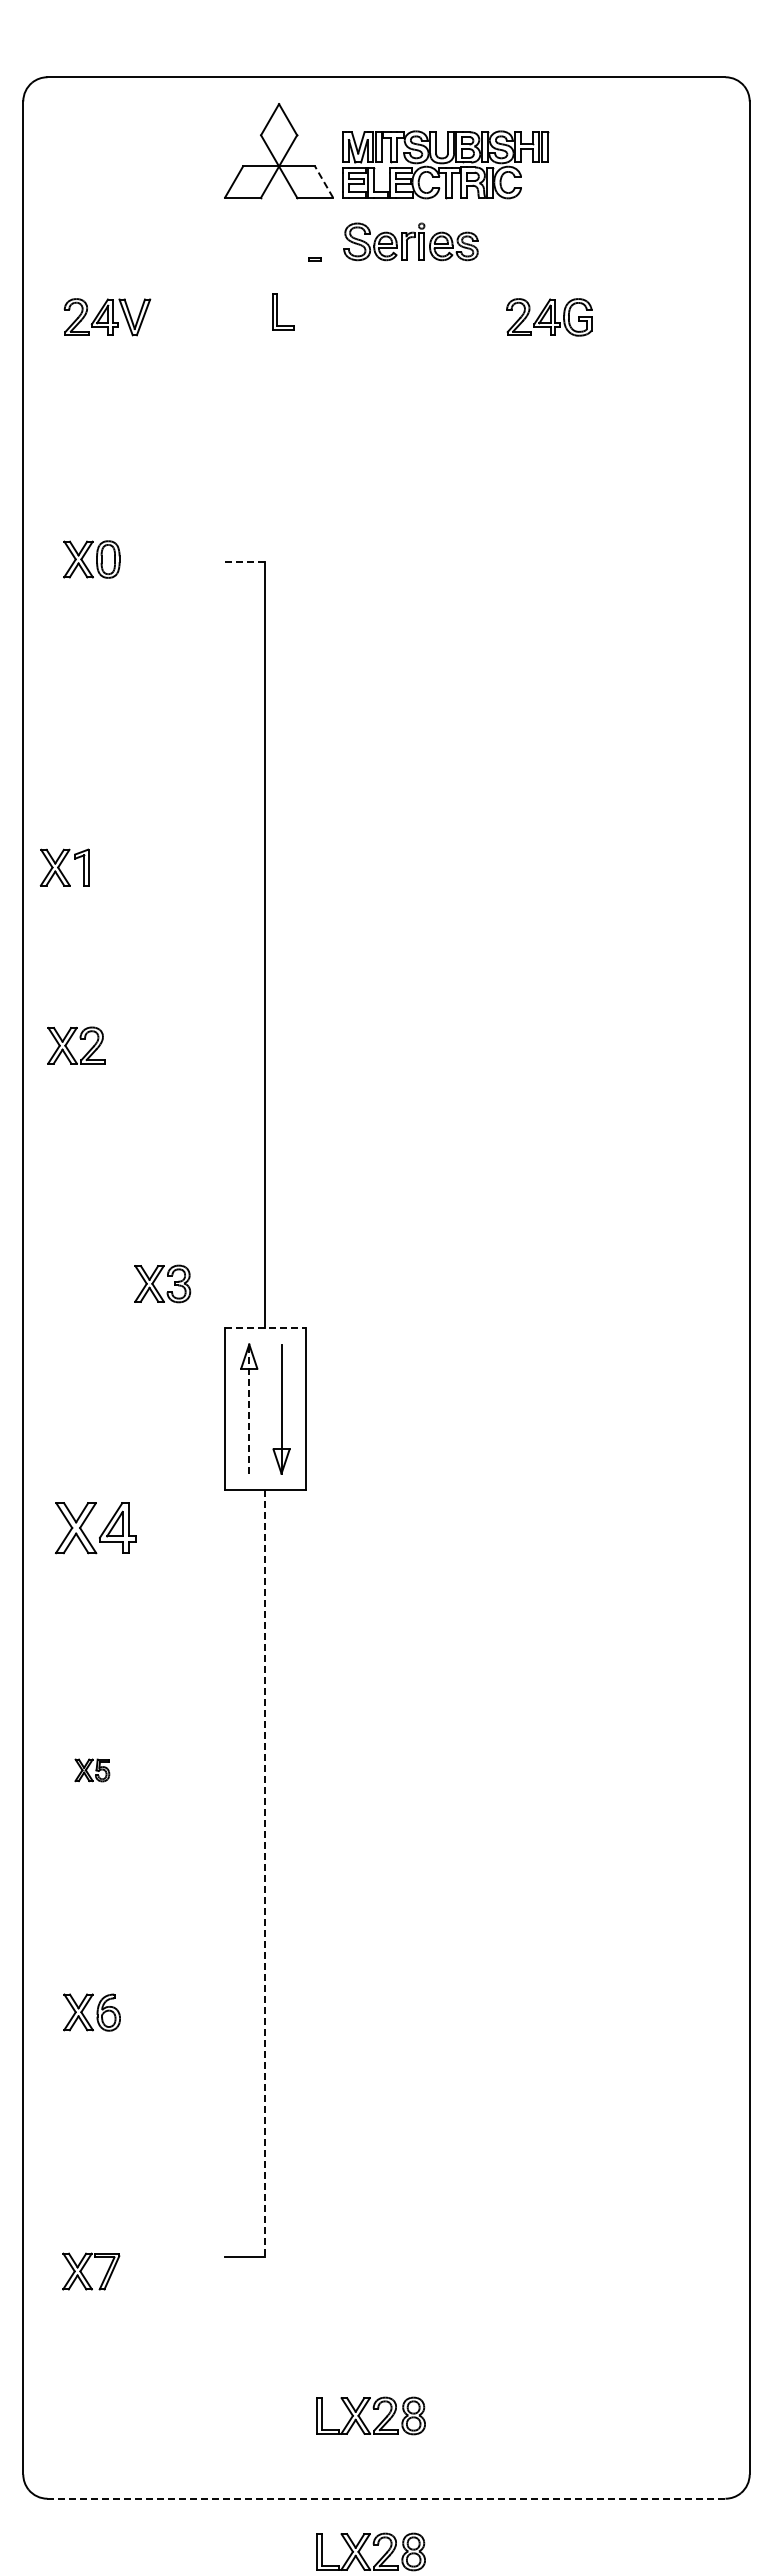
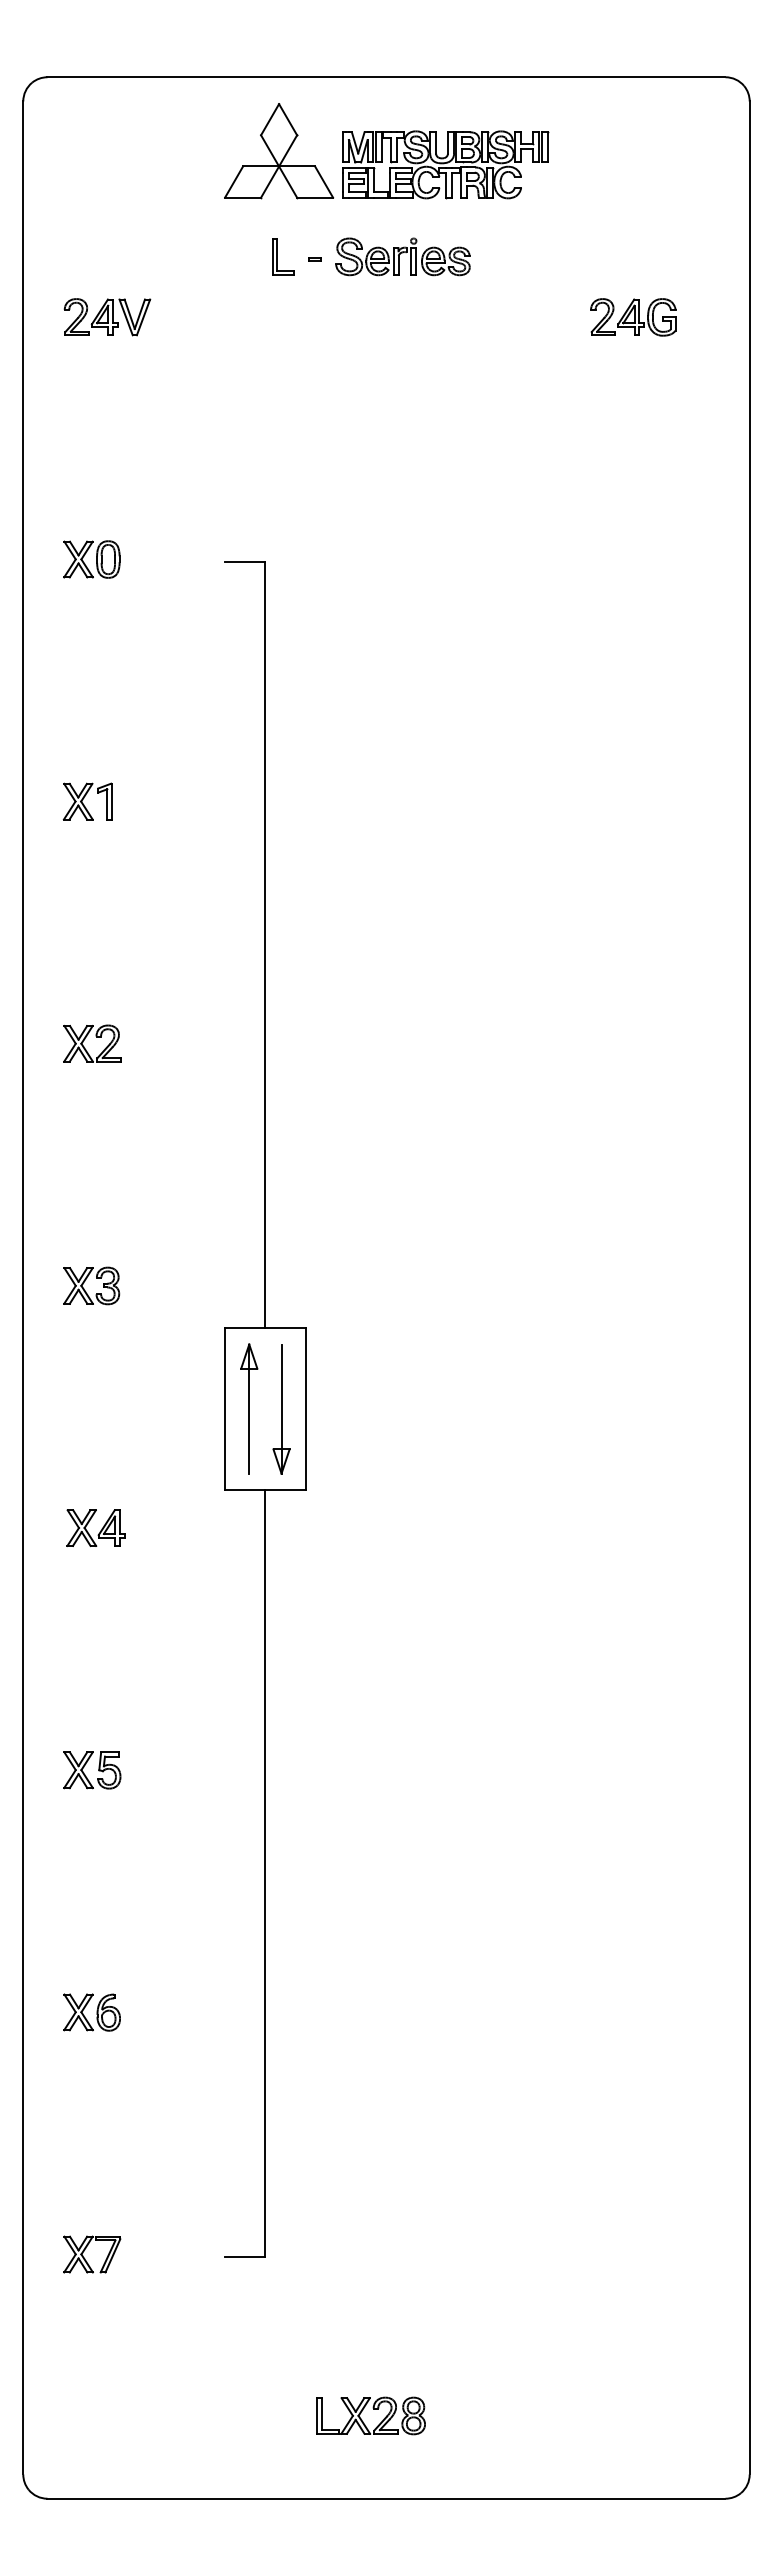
line at (323, 181): dashed -> solid
part at (410, 241) position: (410, 241) -> (402, 256)
part at (283, 311) position: (283, 311) -> (283, 256)
part at (549, 317) position: (549, 317) -> (633, 317)
line at (245, 561): dashed -> solid
part at (64, 867) position: (64, 867) -> (87, 801)
part at (80, 1039) position: (80, 1039) -> (96, 1037)
part at (156, 1279) position: (156, 1279) -> (85, 1281)
line at (265, 1328): dashed -> solid
line at (249, 1409): dashed -> solid
part at (95, 1528) size: 82x53 px -> 60x38 px
part at (92, 1770) size: 37x25 px -> 59x39 px
line at (265, 1873): dashed -> solid
part at (84, 2275) position: (84, 2275) -> (85, 2258)
line at (385, 2498): dashed -> solid
part at (373, 2545): present -> none
